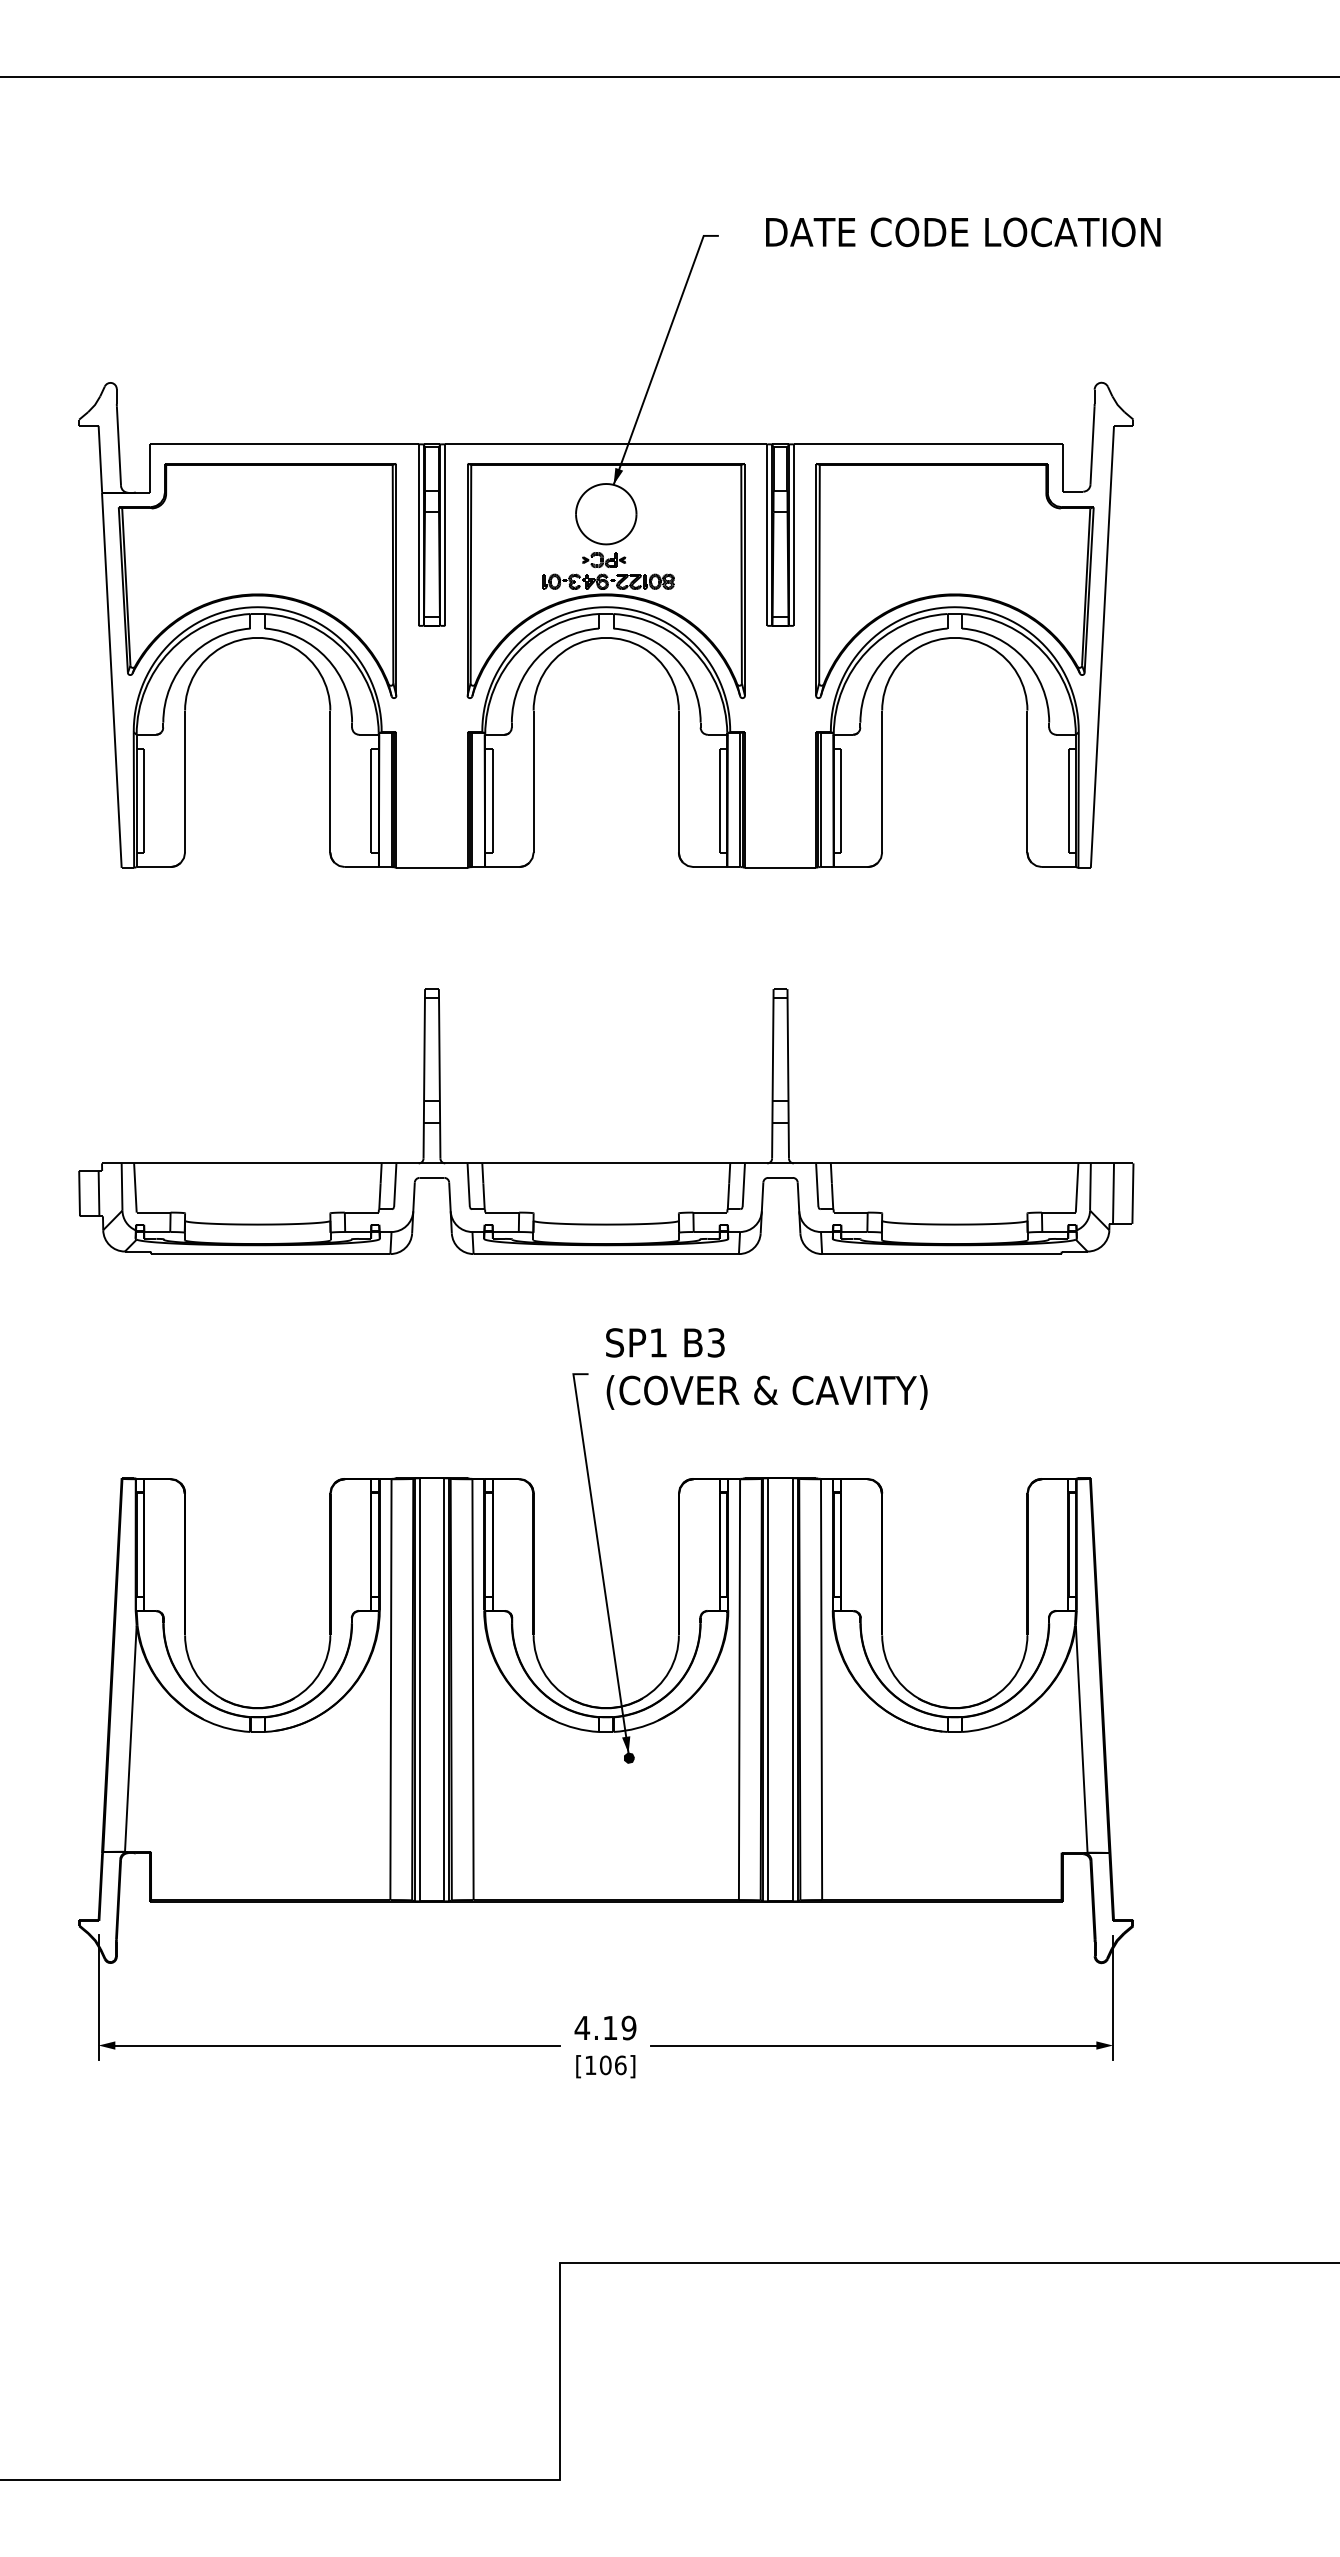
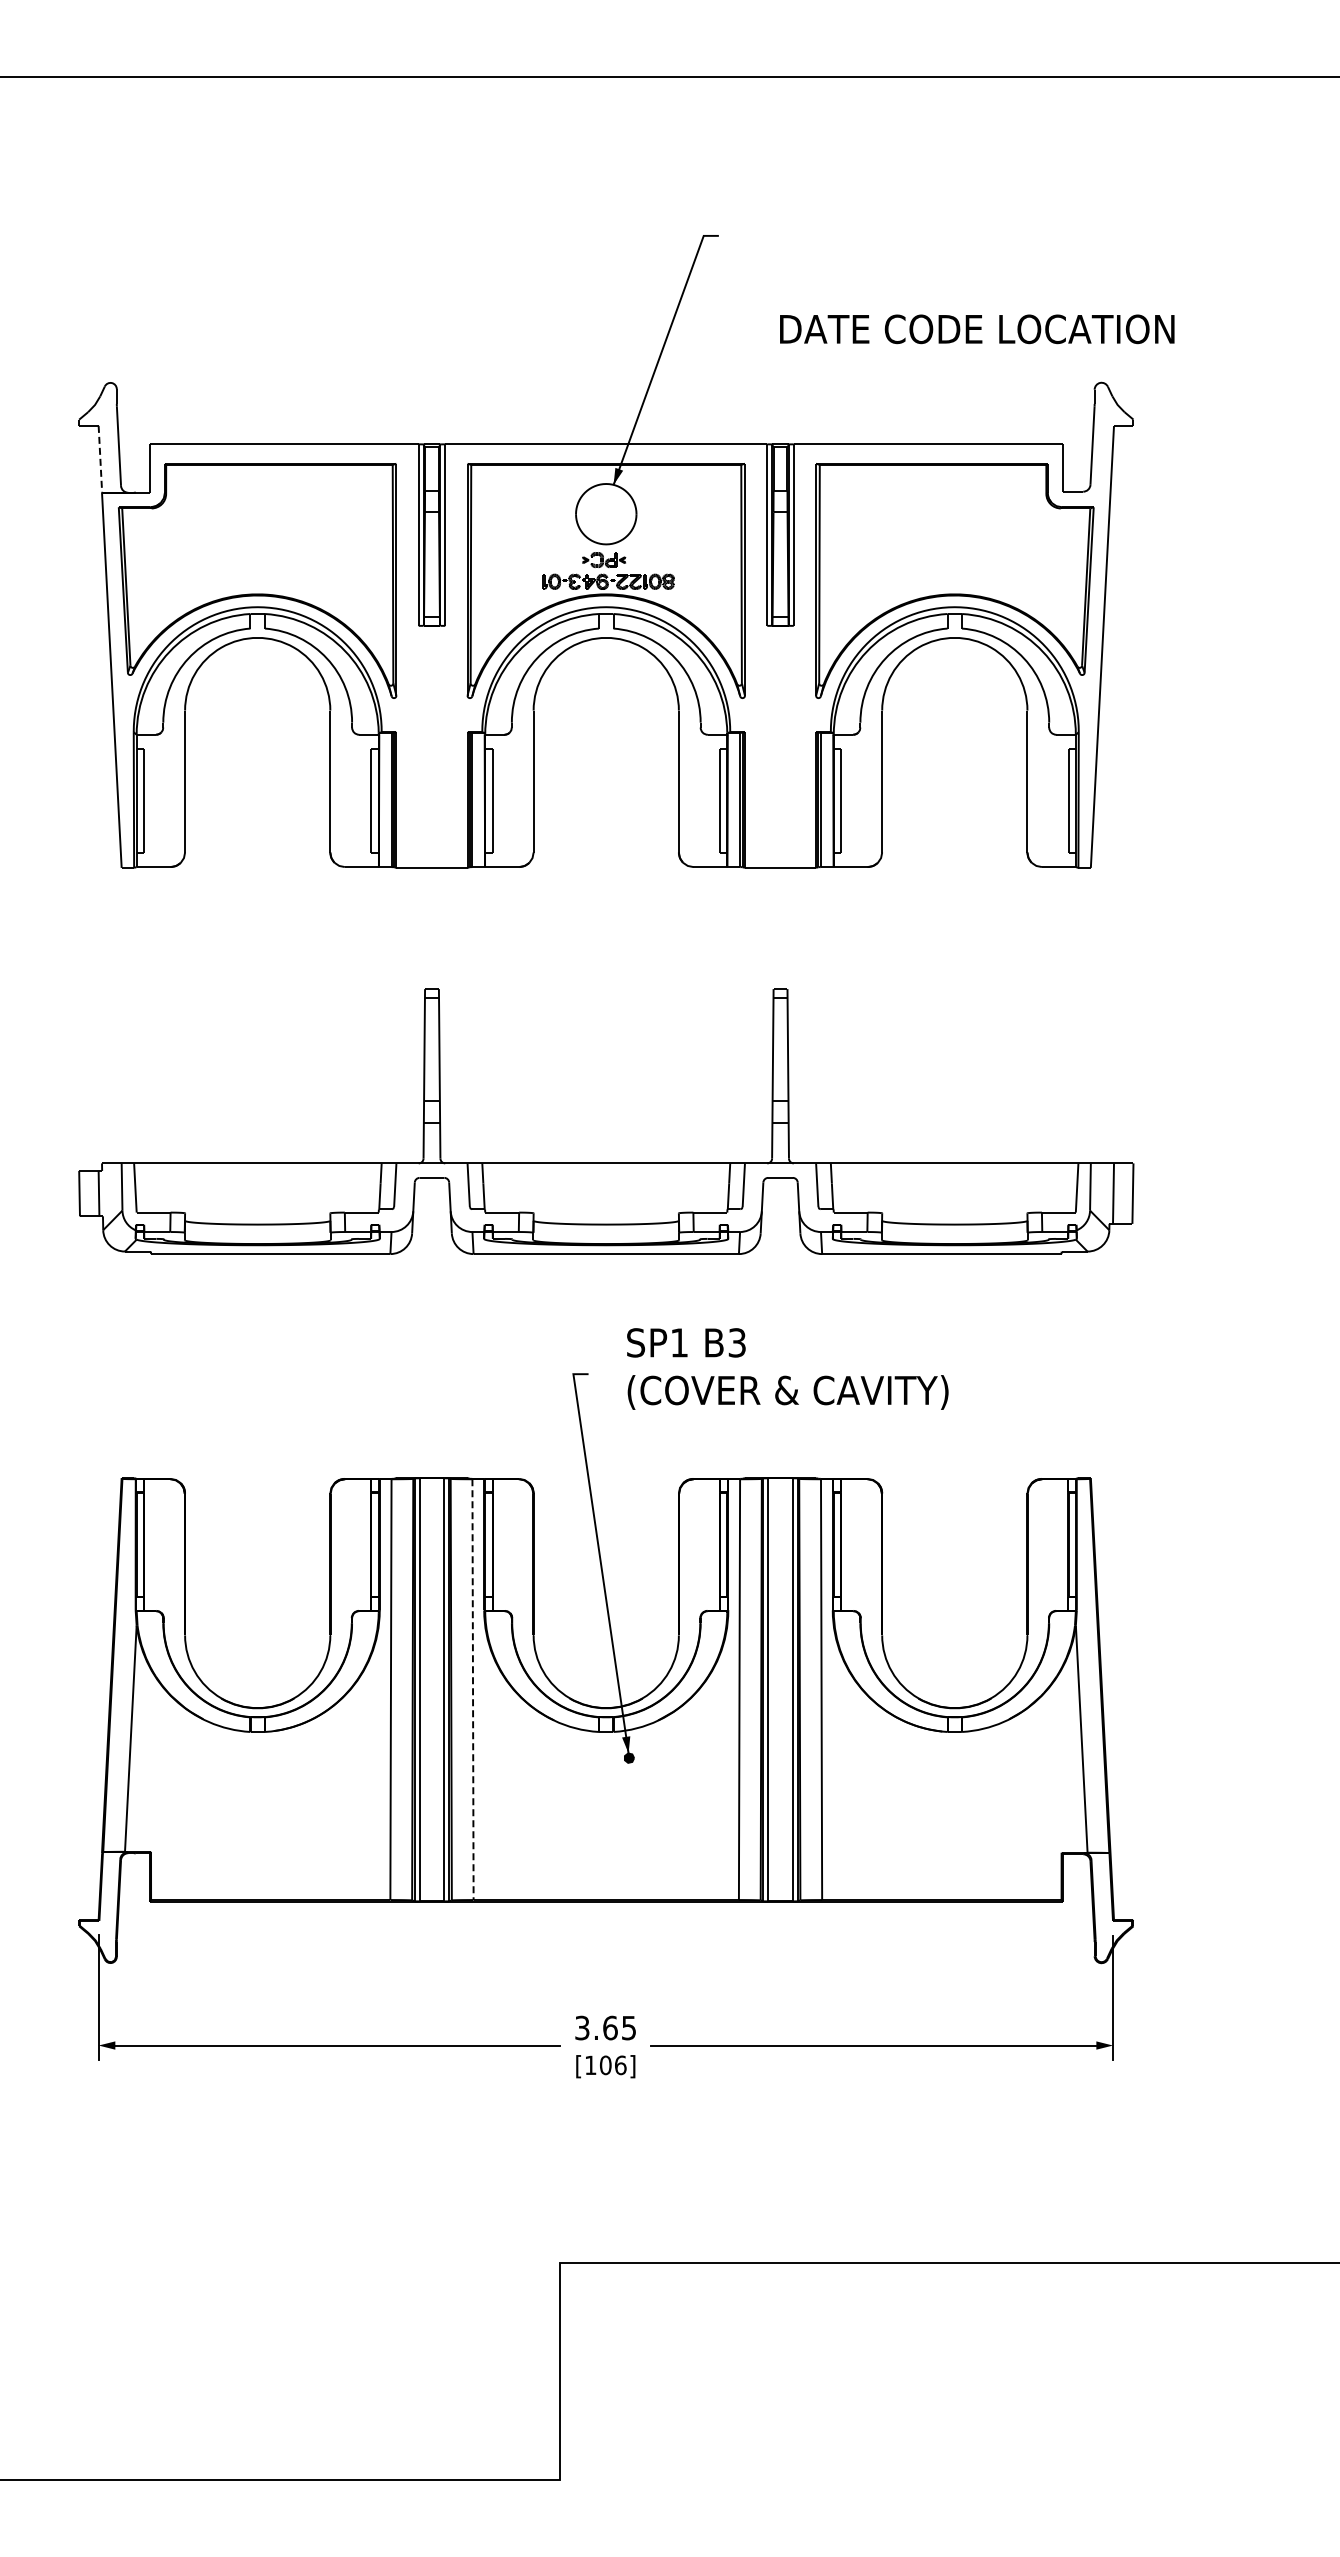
text at (963, 232) position: (963, 232) -> (977, 329)
line at (100, 459): solid -> dashed
text at (766, 1368) position: (766, 1368) -> (787, 1368)
line at (473, 1690): solid -> dashed
text at (605, 2027): 4.19 -> 3.65
